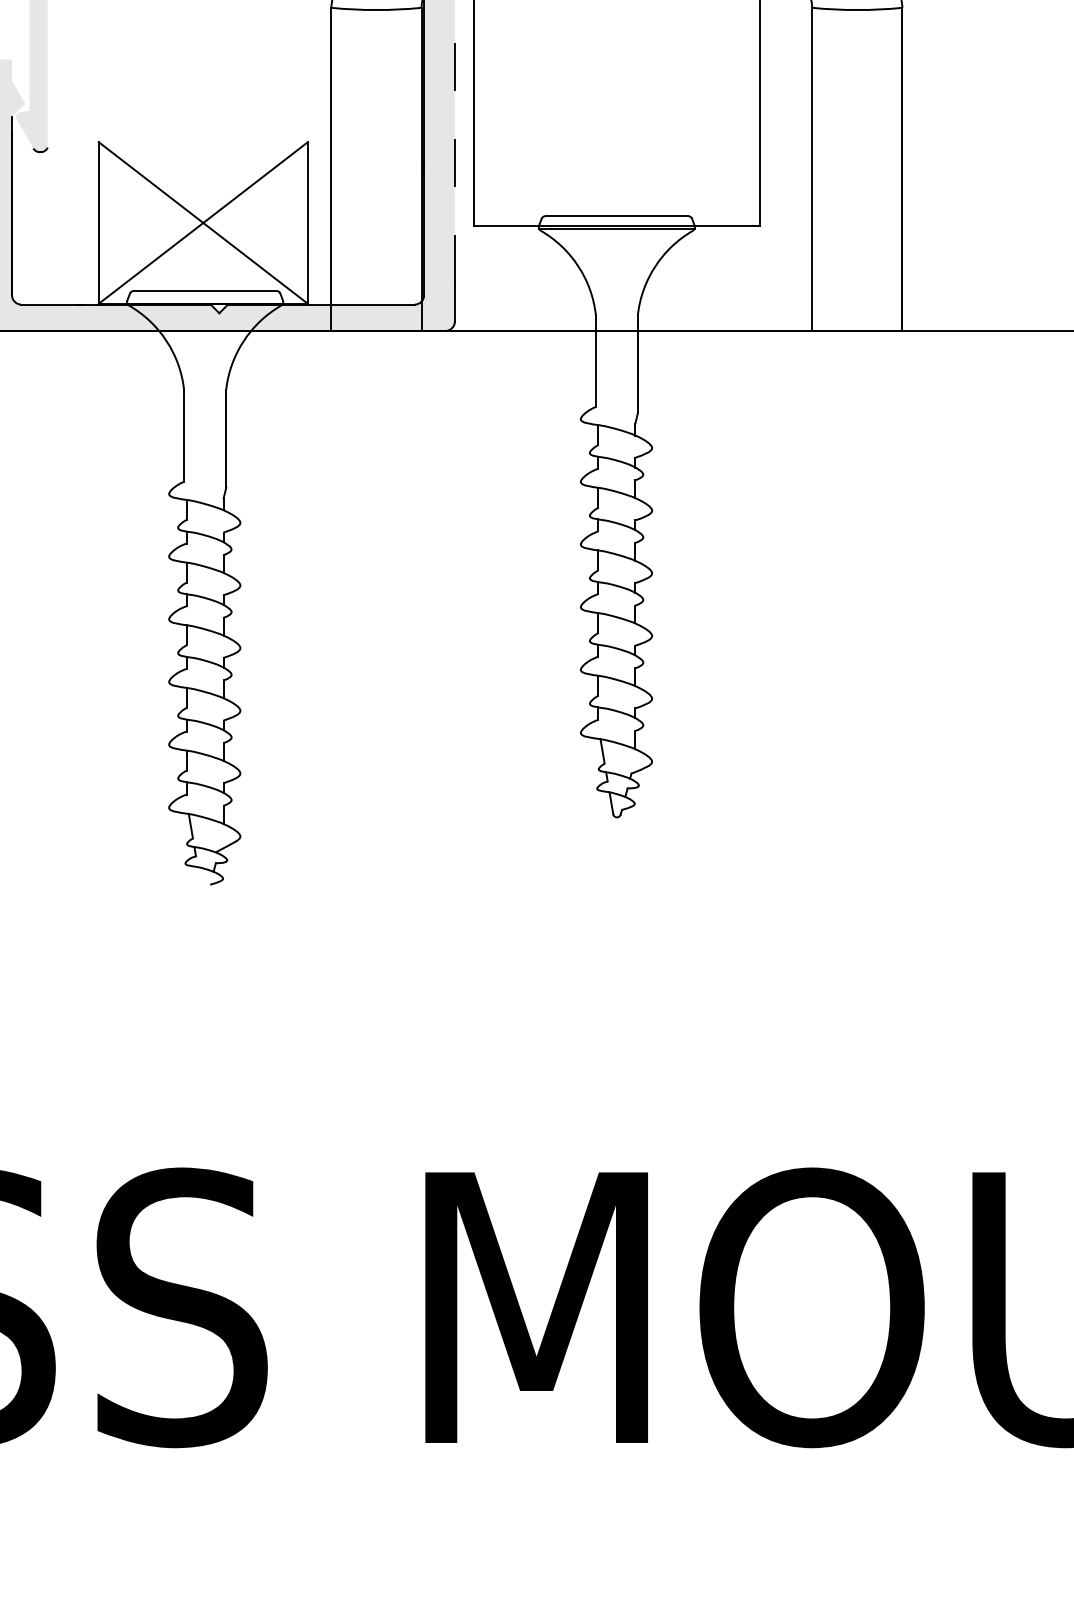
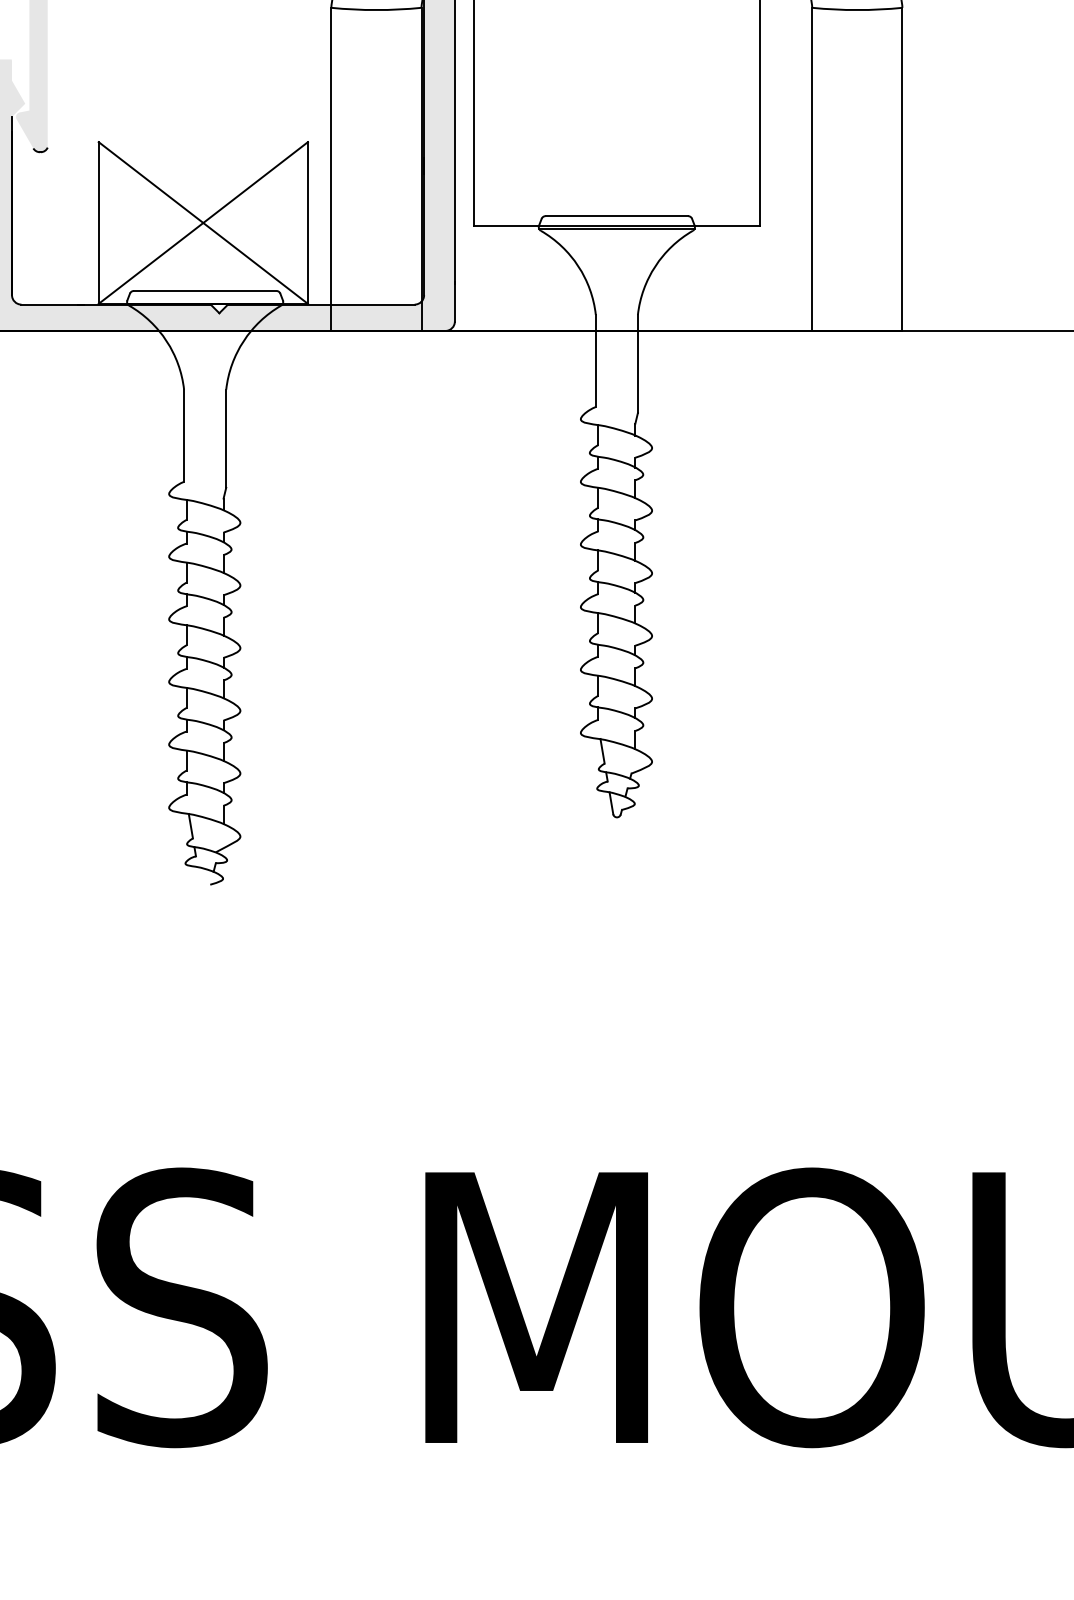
line at (454, 141): dashed -> solid
